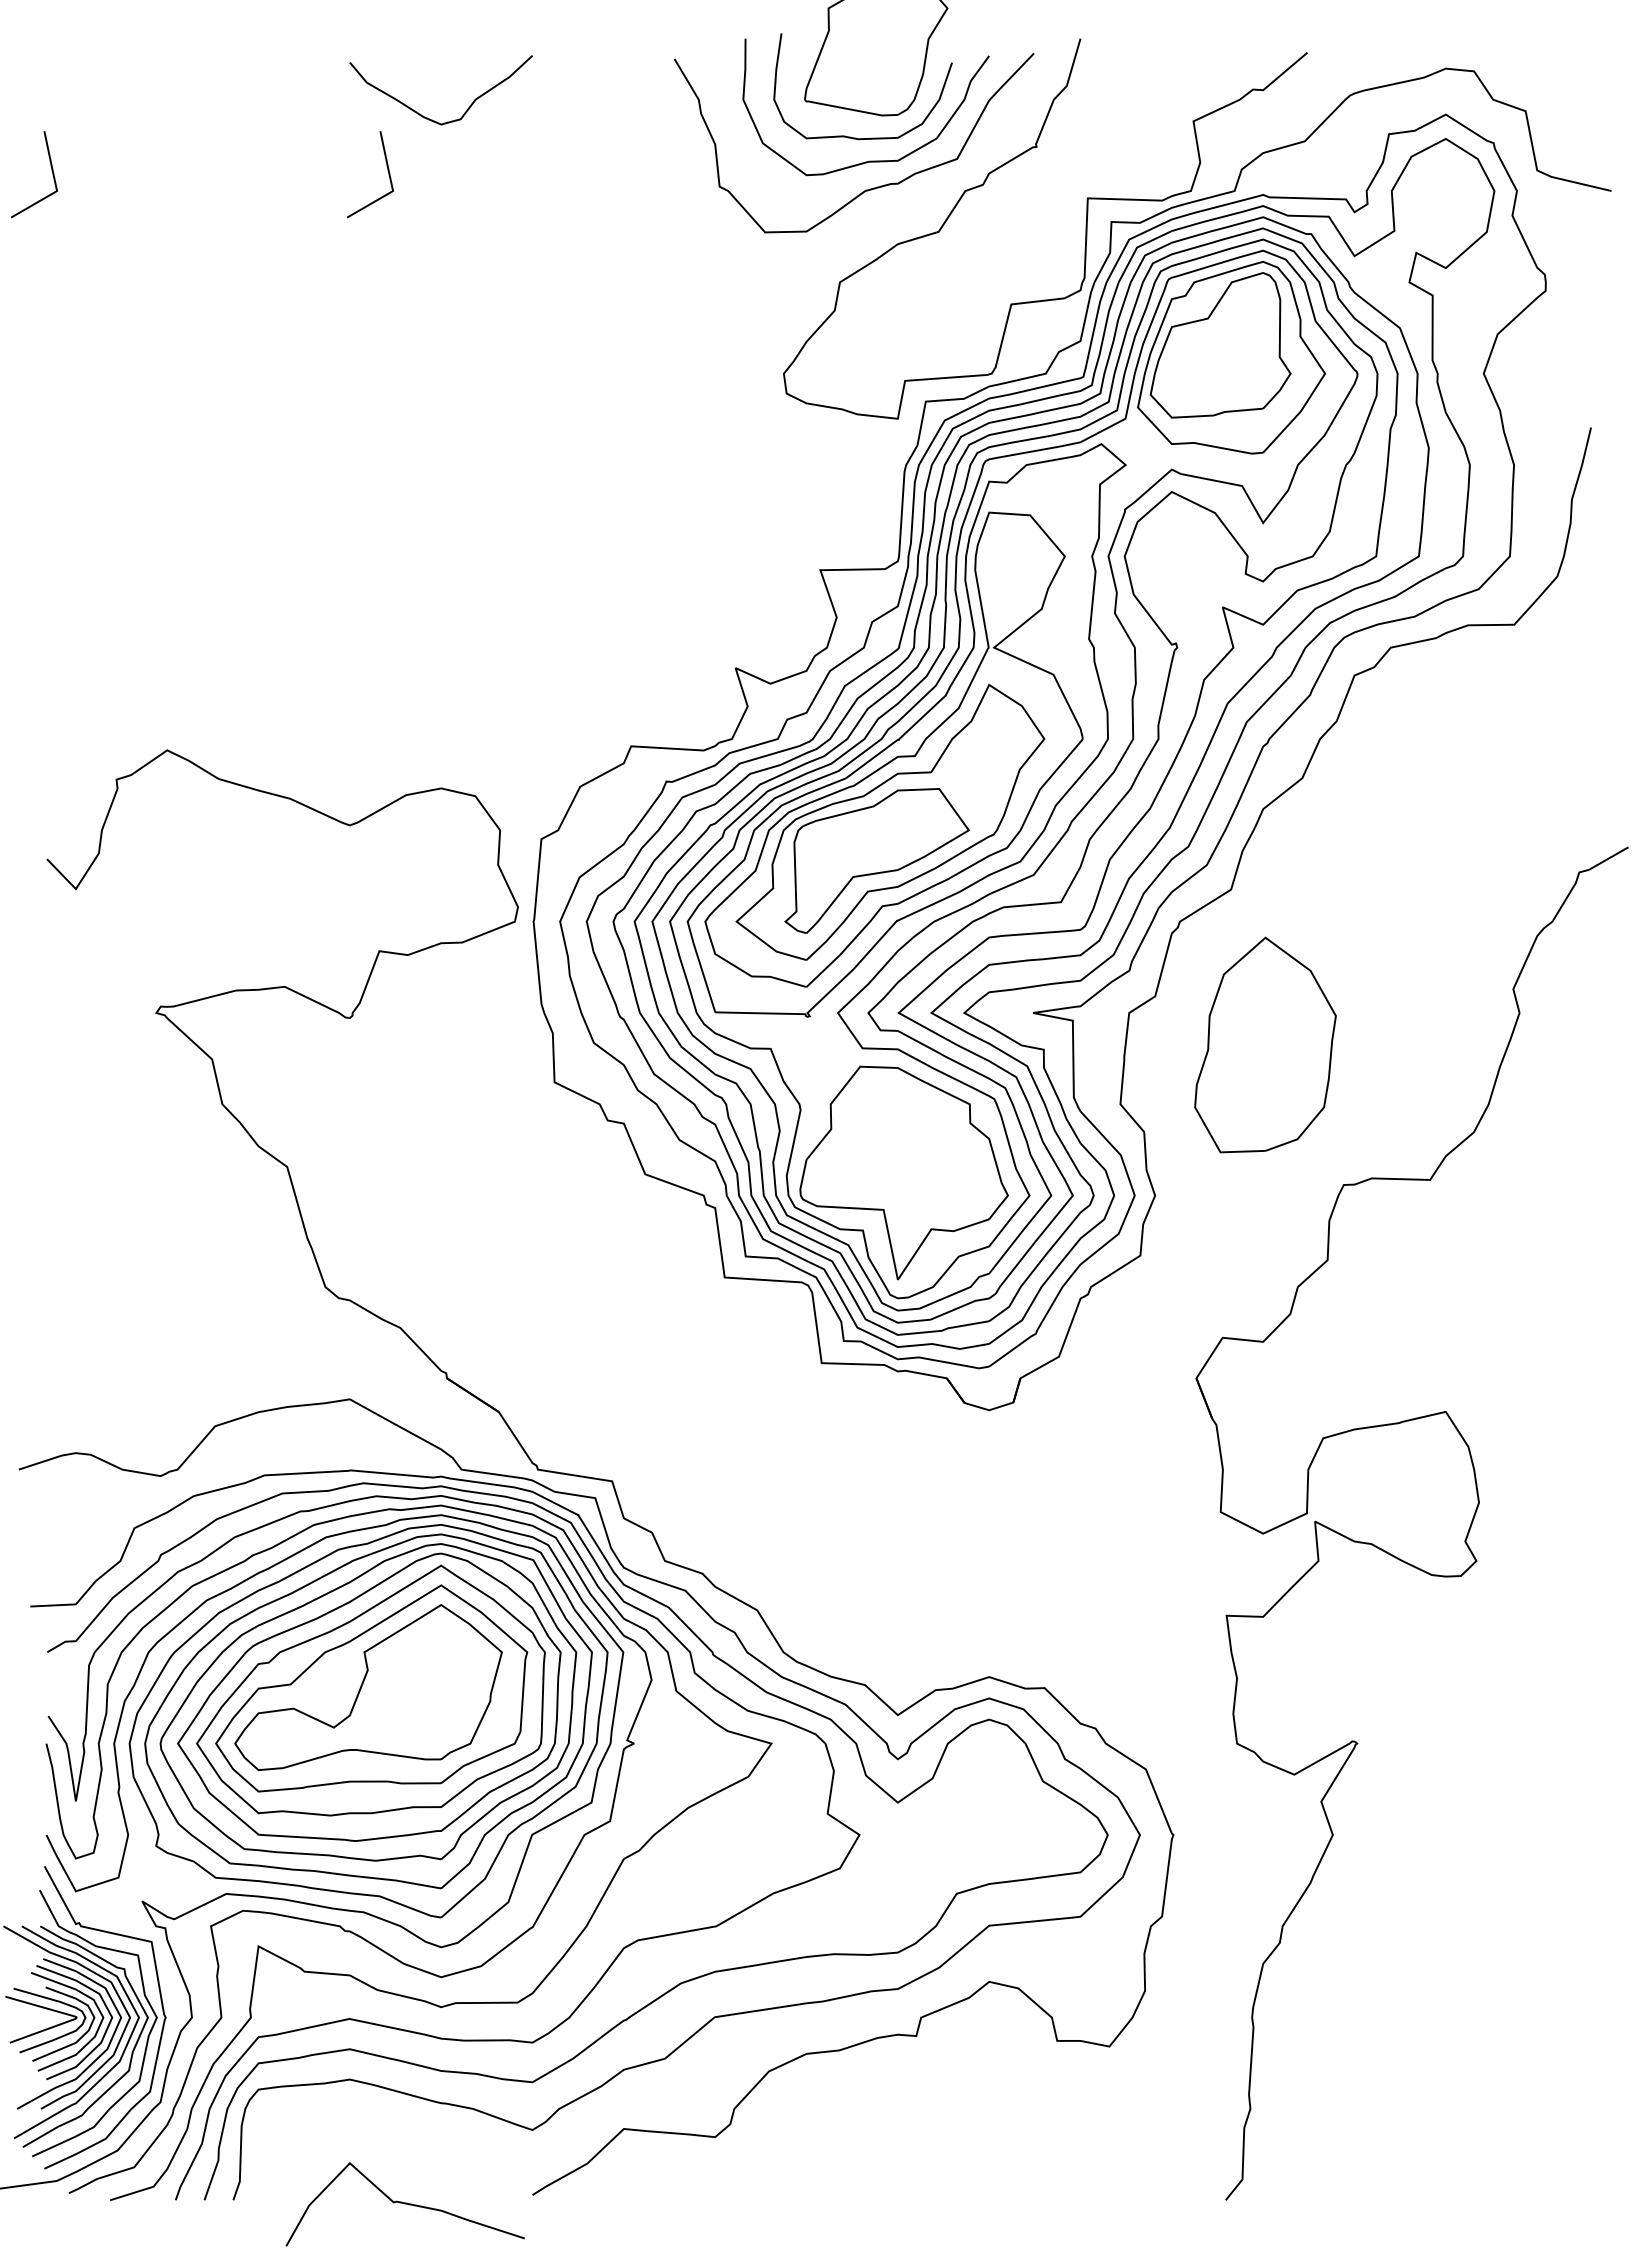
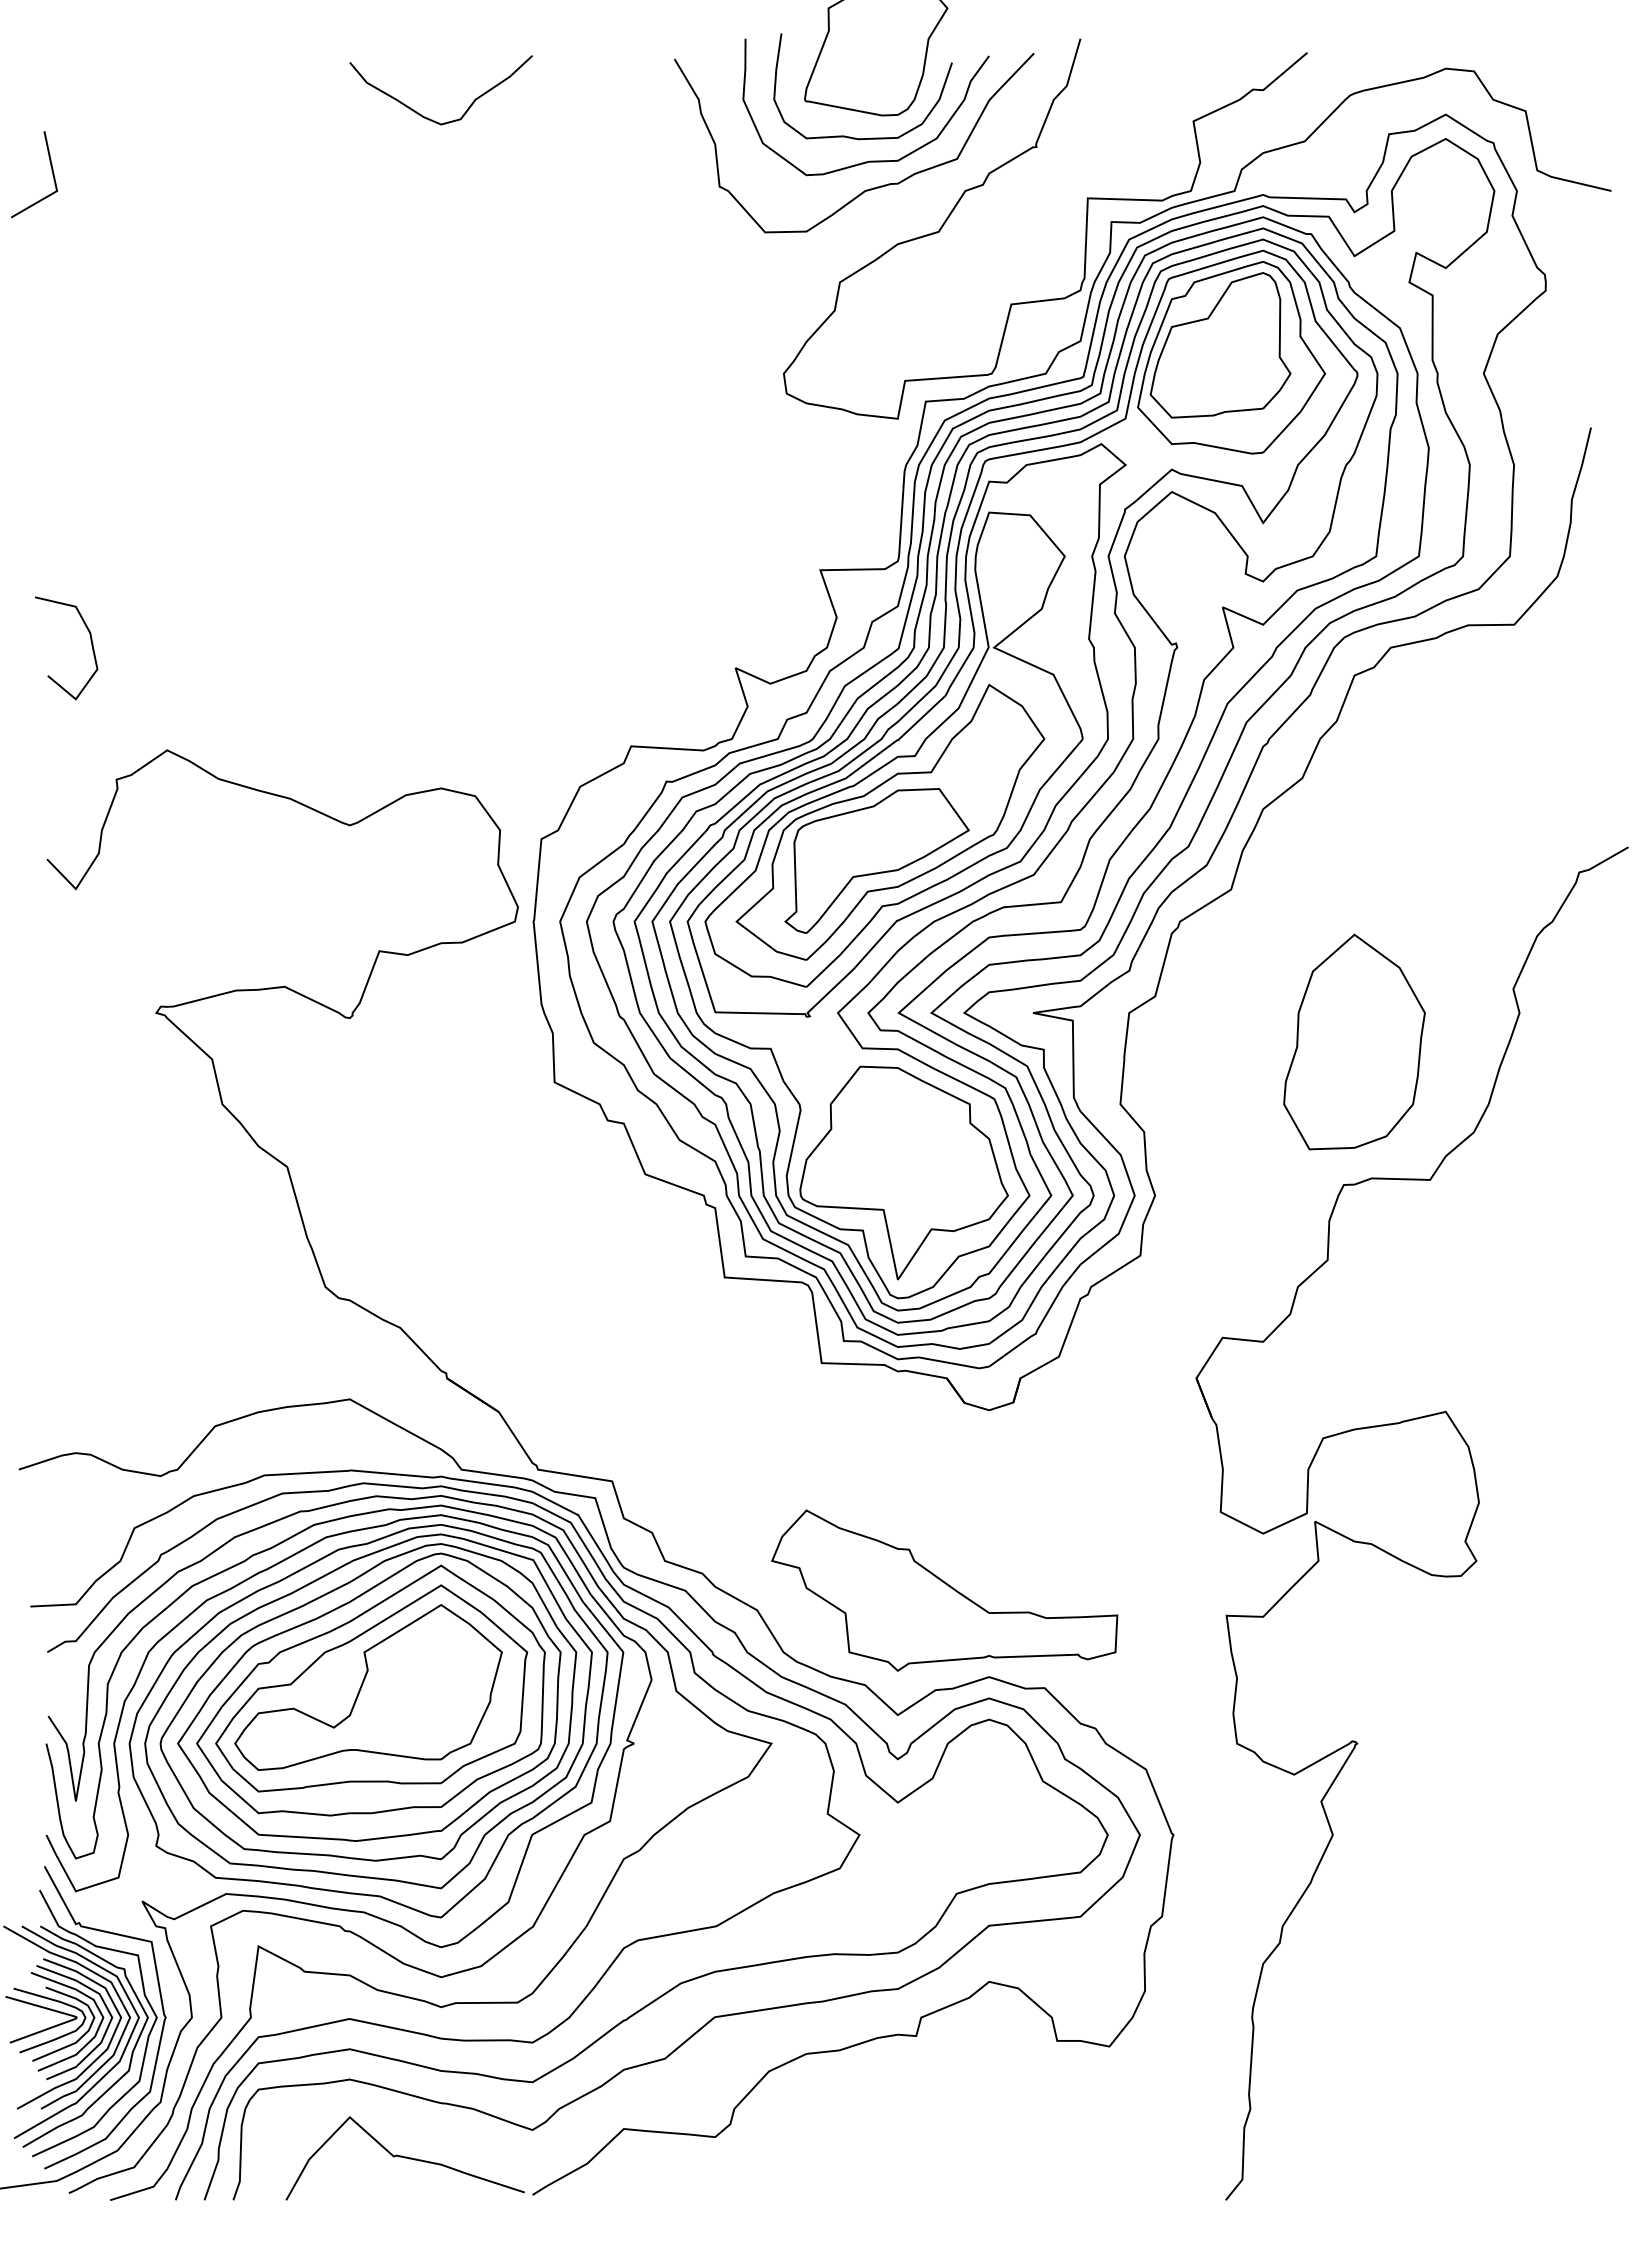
line at (387, 170): present -> none
curve at (91, 646): none -> present
part at (1265, 1044) position: (1265, 1044) -> (1354, 1041)
part at (944, 1590): none -> present
curve at (404, 2204) position: (404, 2204) -> (404, 2158)
